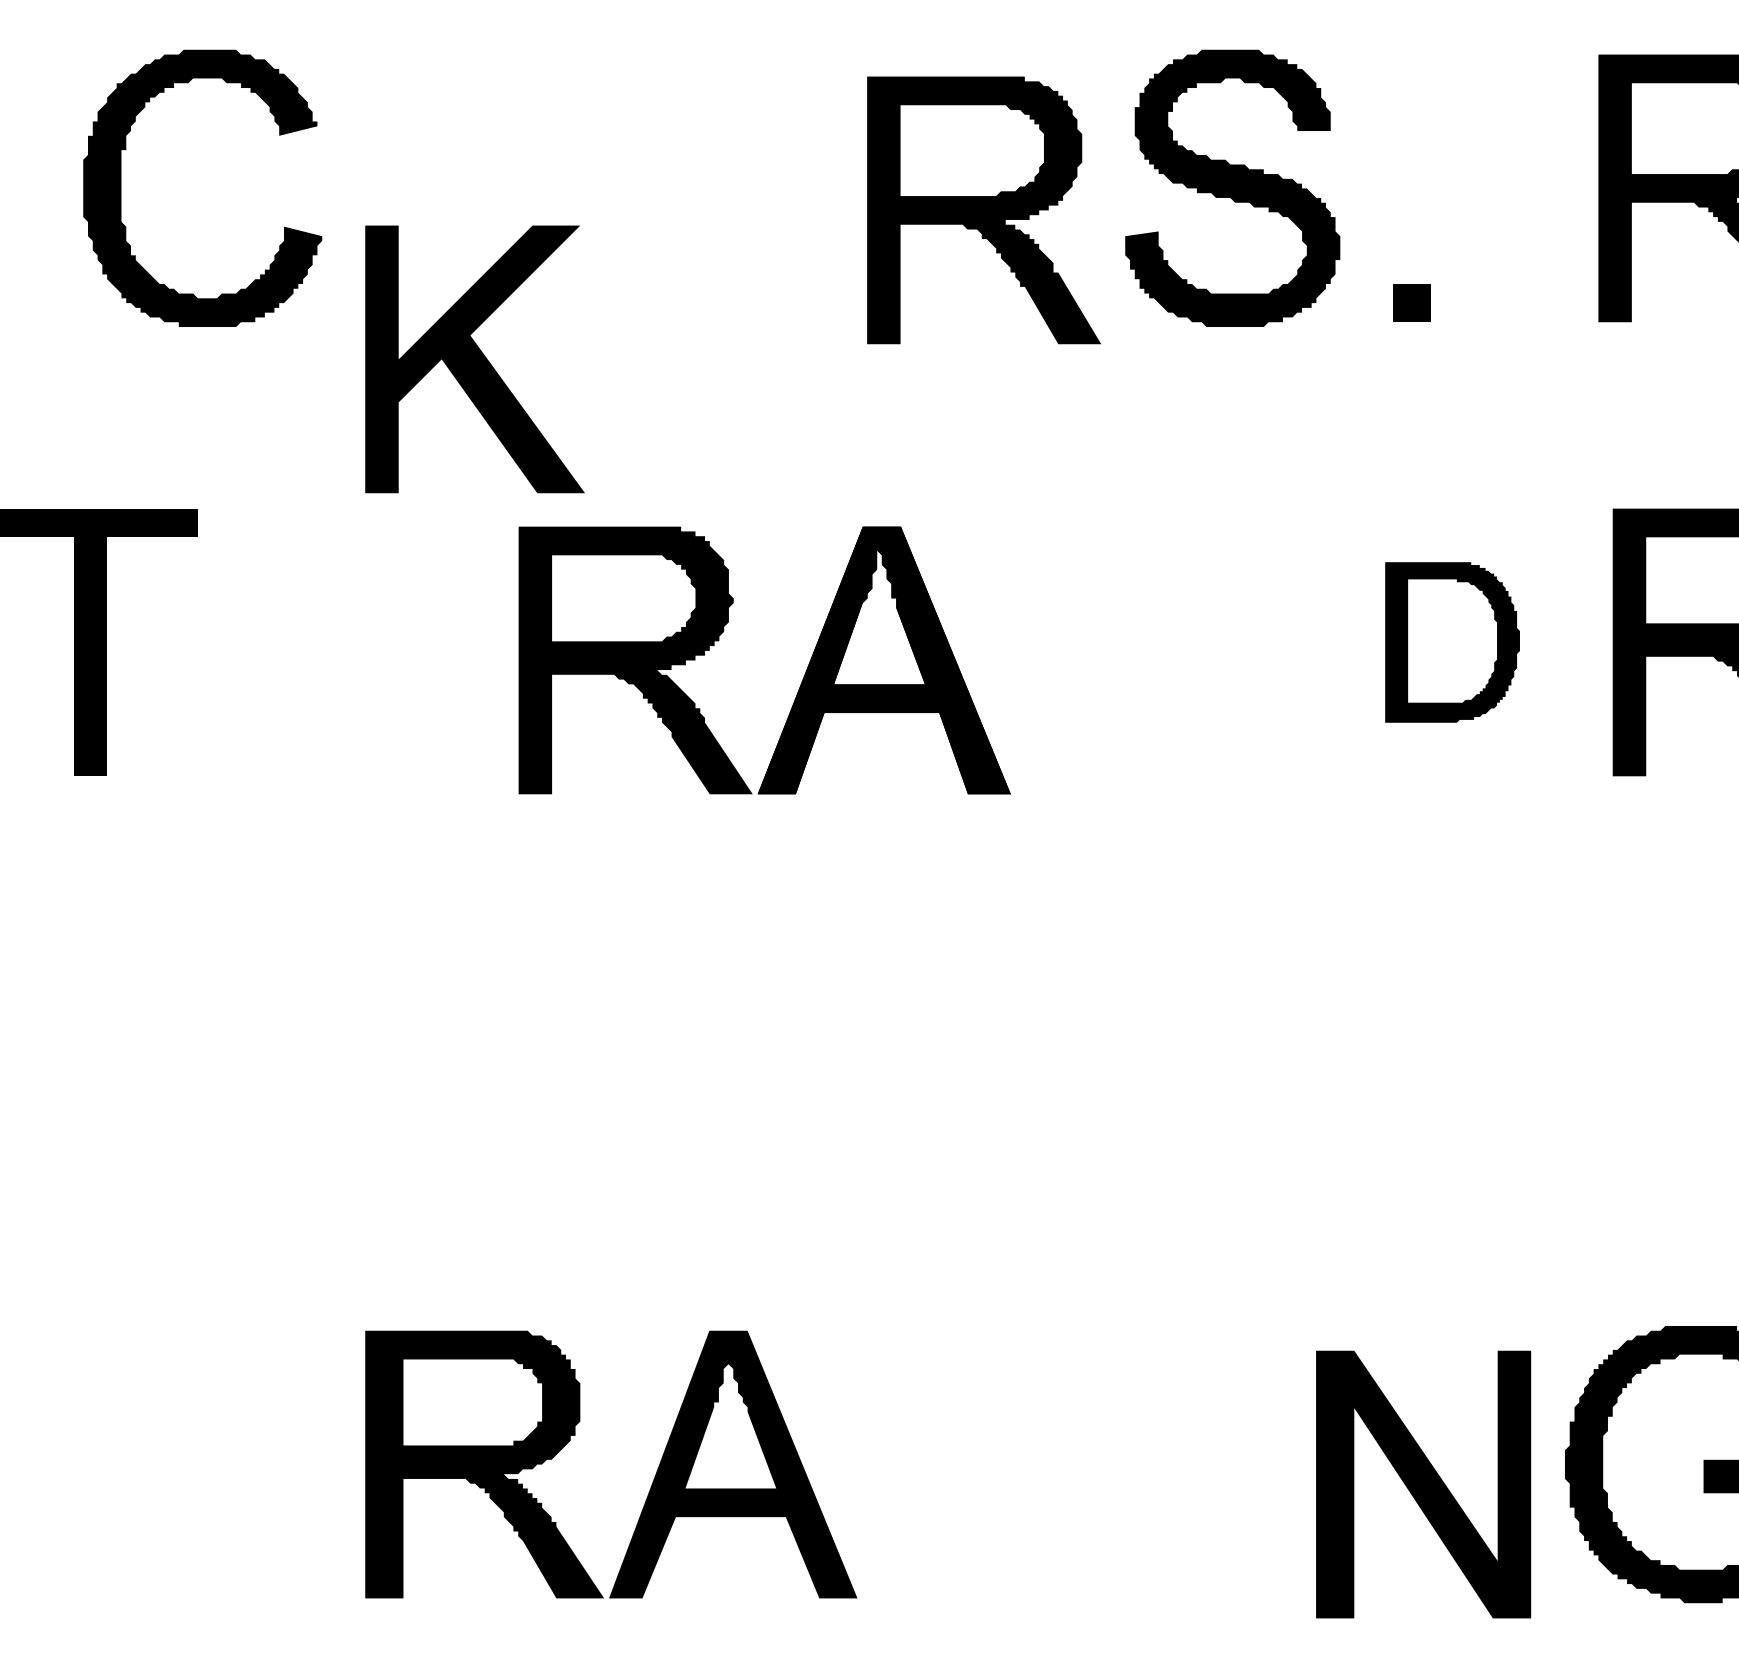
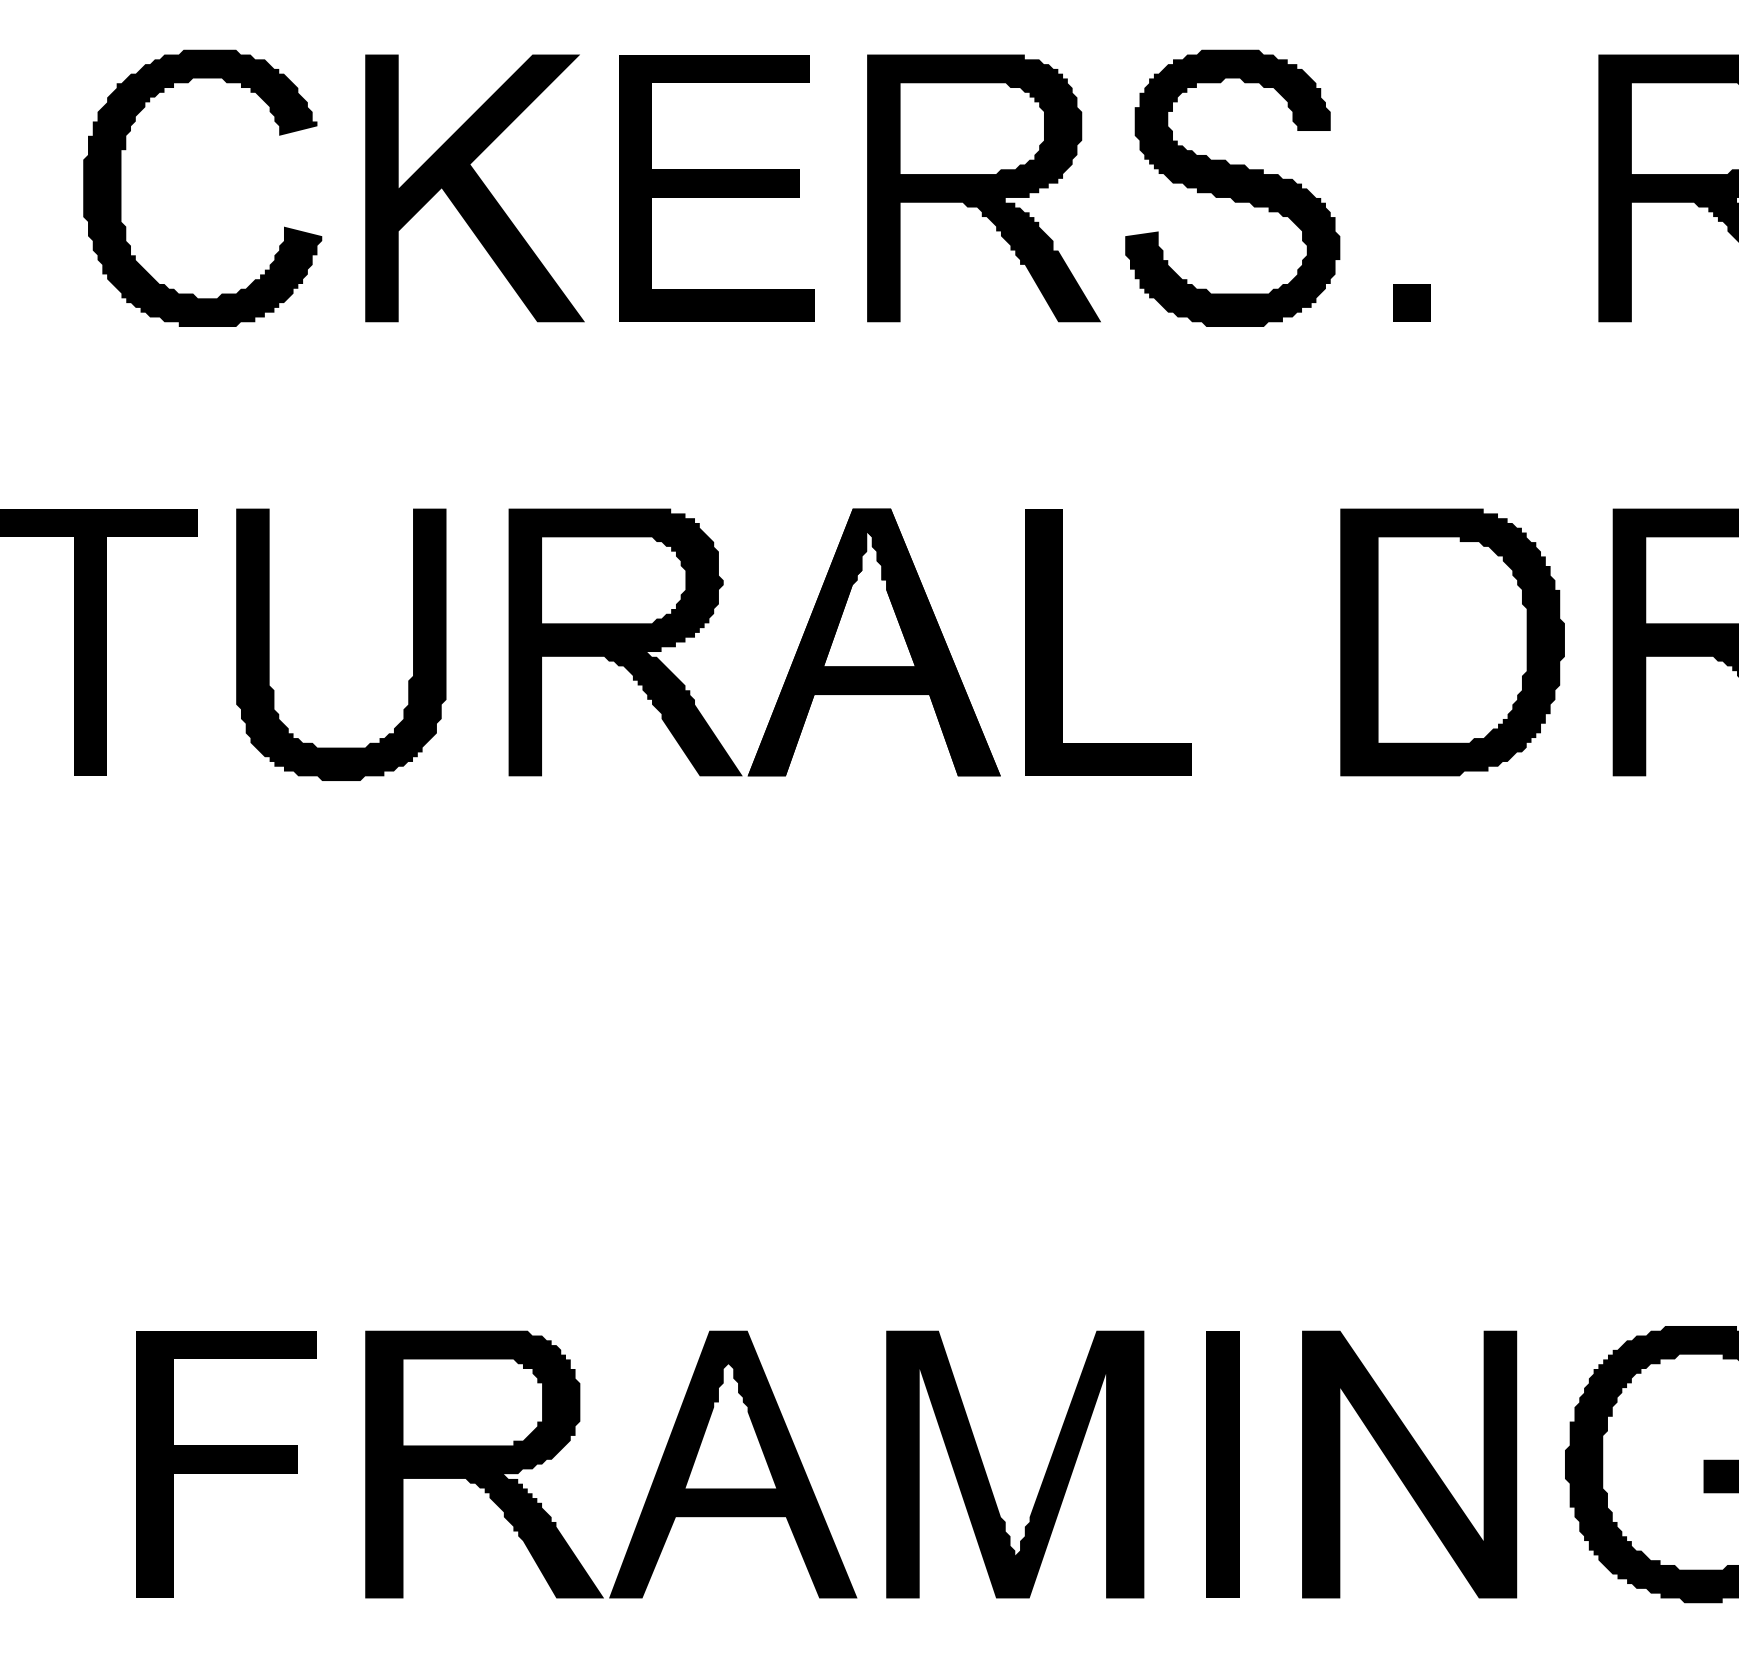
fill at (716, 188): none -> present
part at (983, 210) position: (983, 210) -> (983, 188)
part at (474, 359) position: (474, 359) -> (474, 188)
fill at (1108, 642): none -> present
part at (1452, 642) size: 135x161 px -> 225x269 px
fill at (341, 644): none -> present
part at (803, 676) position: (803, 676) -> (793, 658)
fill at (226, 1464): none -> present
fill at (1015, 1464): none -> present
part at (1222, 1464): none -> present
part at (1423, 1484) position: (1423, 1484) -> (1409, 1464)
